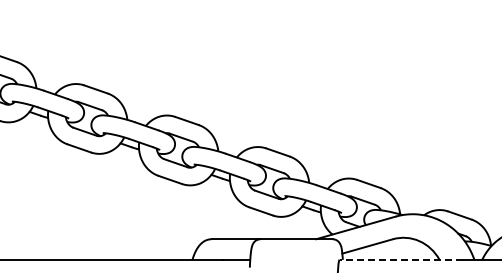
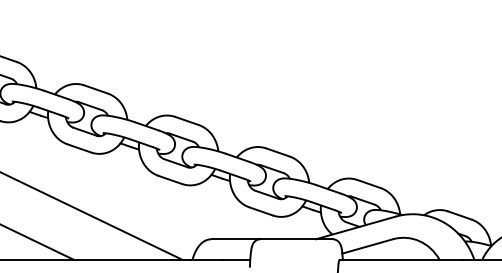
line at (92, 216): none -> present
line at (37, 242): none -> present
line at (401, 259): dashed -> solid
